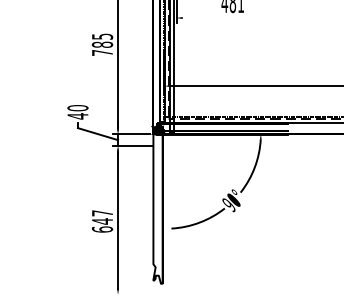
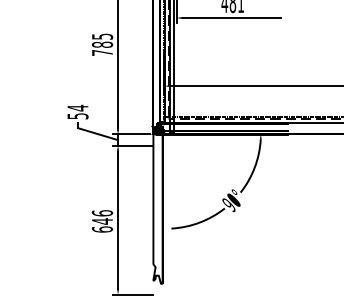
line at (231, 18): none -> present
text at (77, 111): 40 -> 54
text at (102, 213): 647 -> 646
line at (132, 294): none -> present
